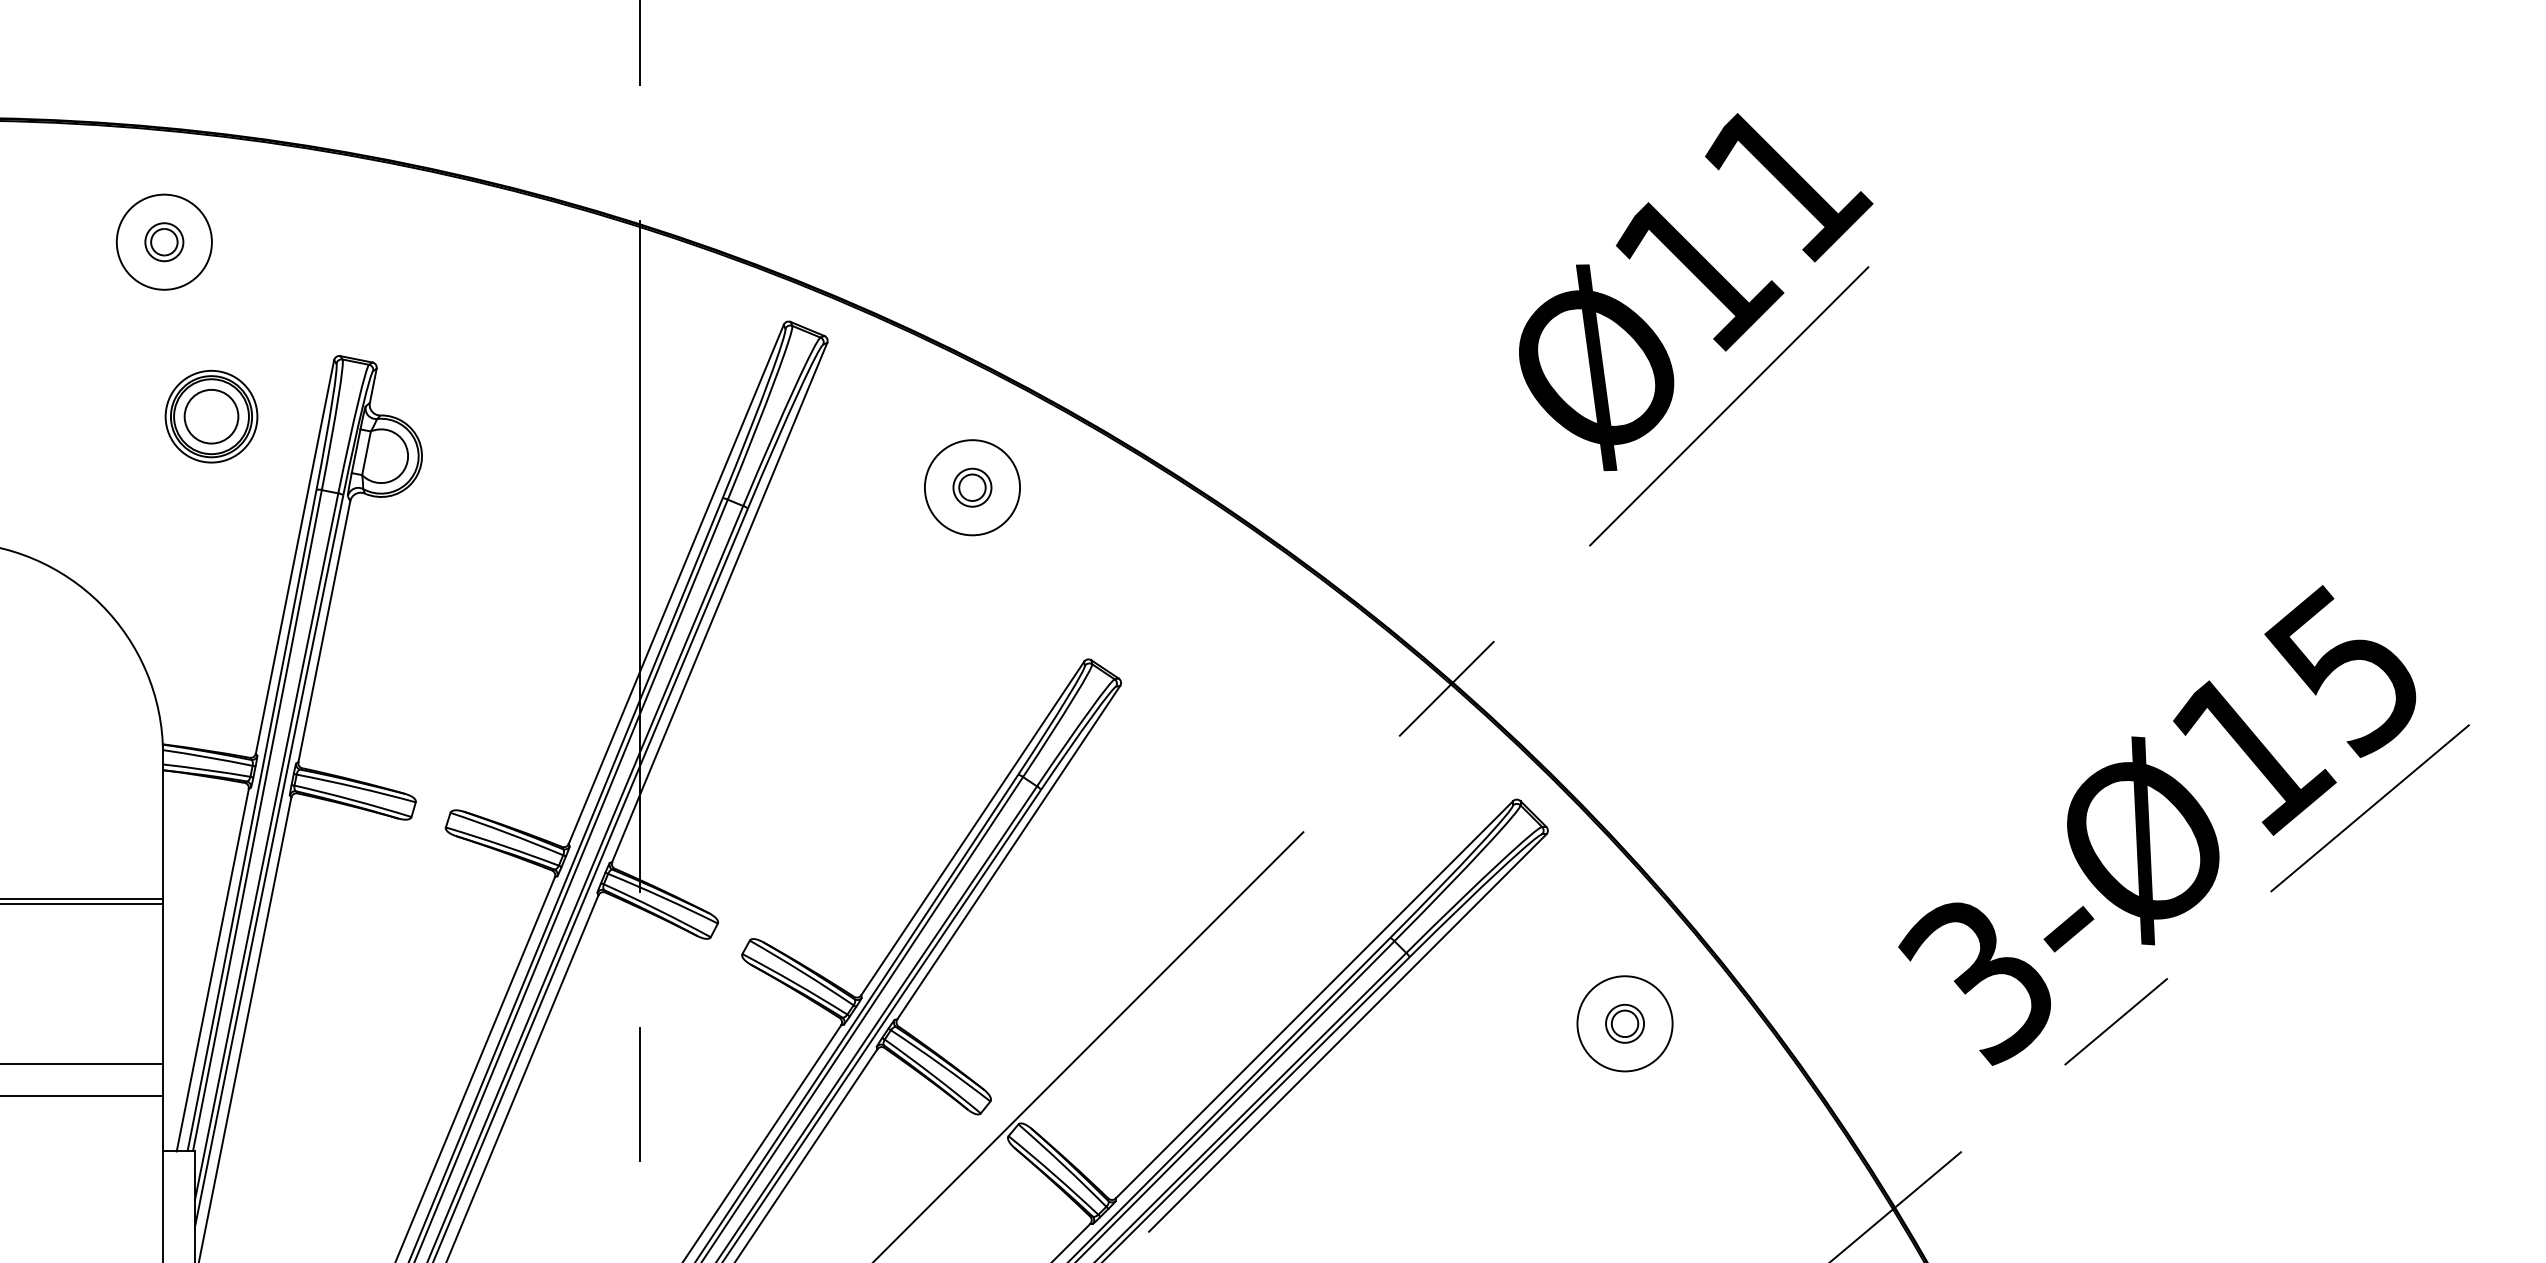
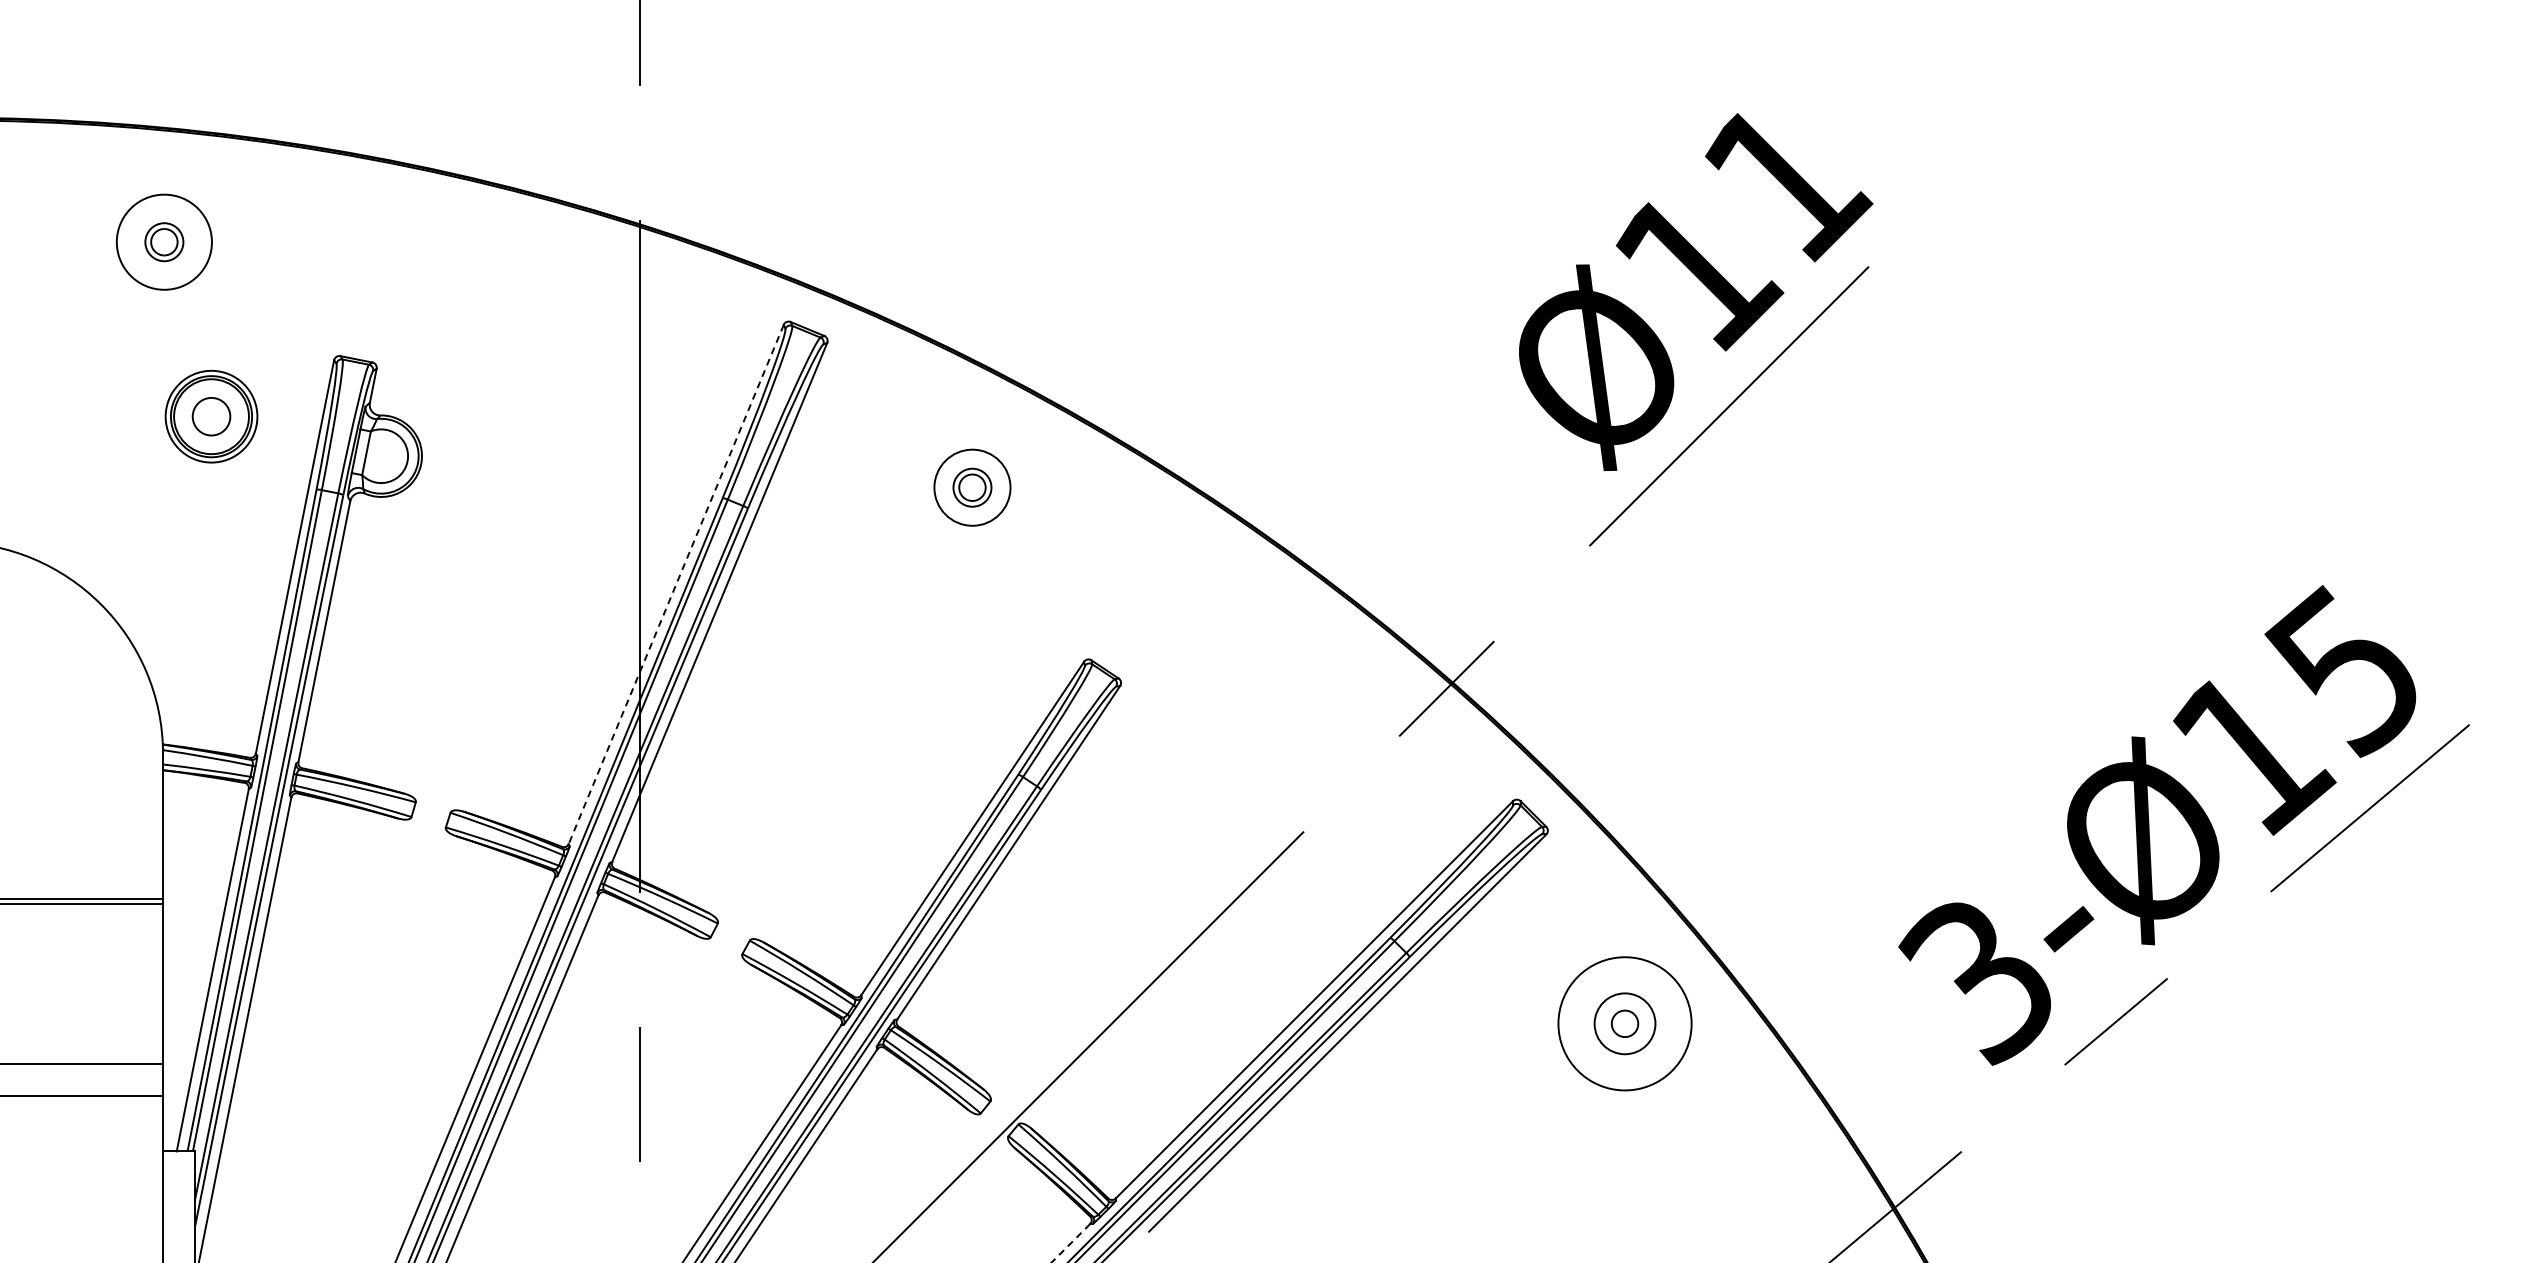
circle at (211, 416) diameter: 54 px -> 38 px
circle at (972, 487) diameter: 95 px -> 76 px
line at (676, 584): solid -> dashed
circle at (1624, 1023) diameter: 95 px -> 133 px
circle at (1625, 1023) diameter: 38 px -> 61 px
line at (1070, 1243): solid -> dashed
